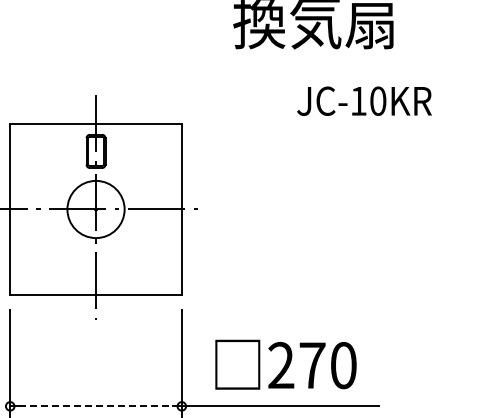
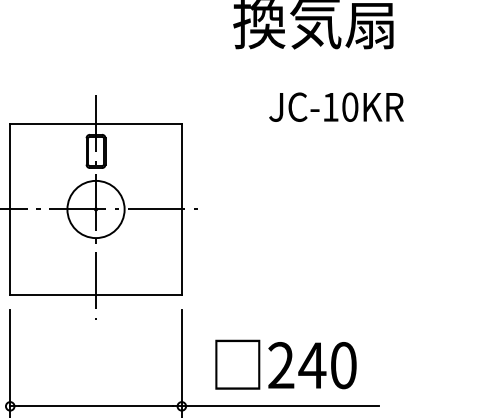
text at (364, 100) position: (364, 100) -> (336, 106)
text at (312, 365): 270 -> 240
line at (96, 406): dashed -> solid
